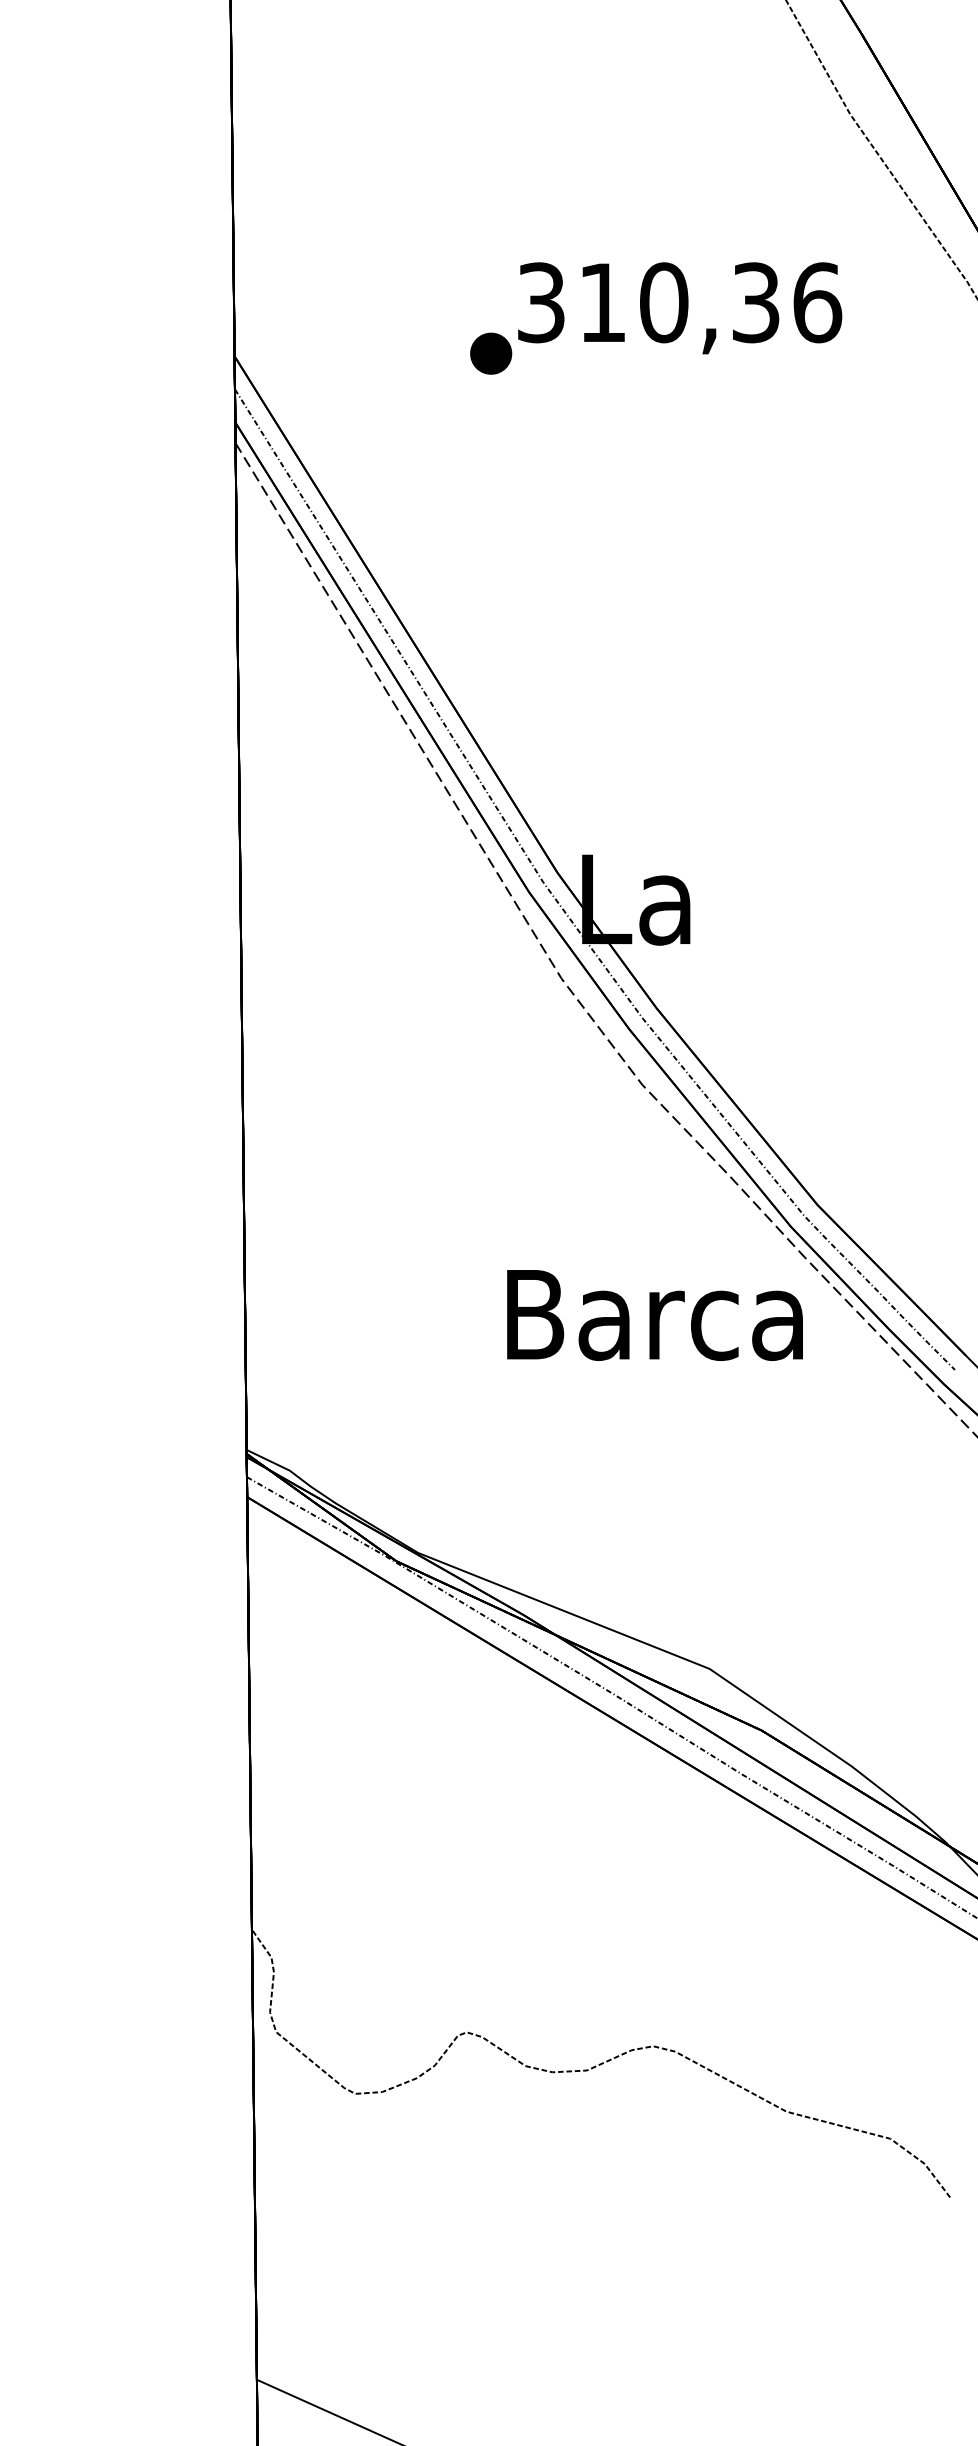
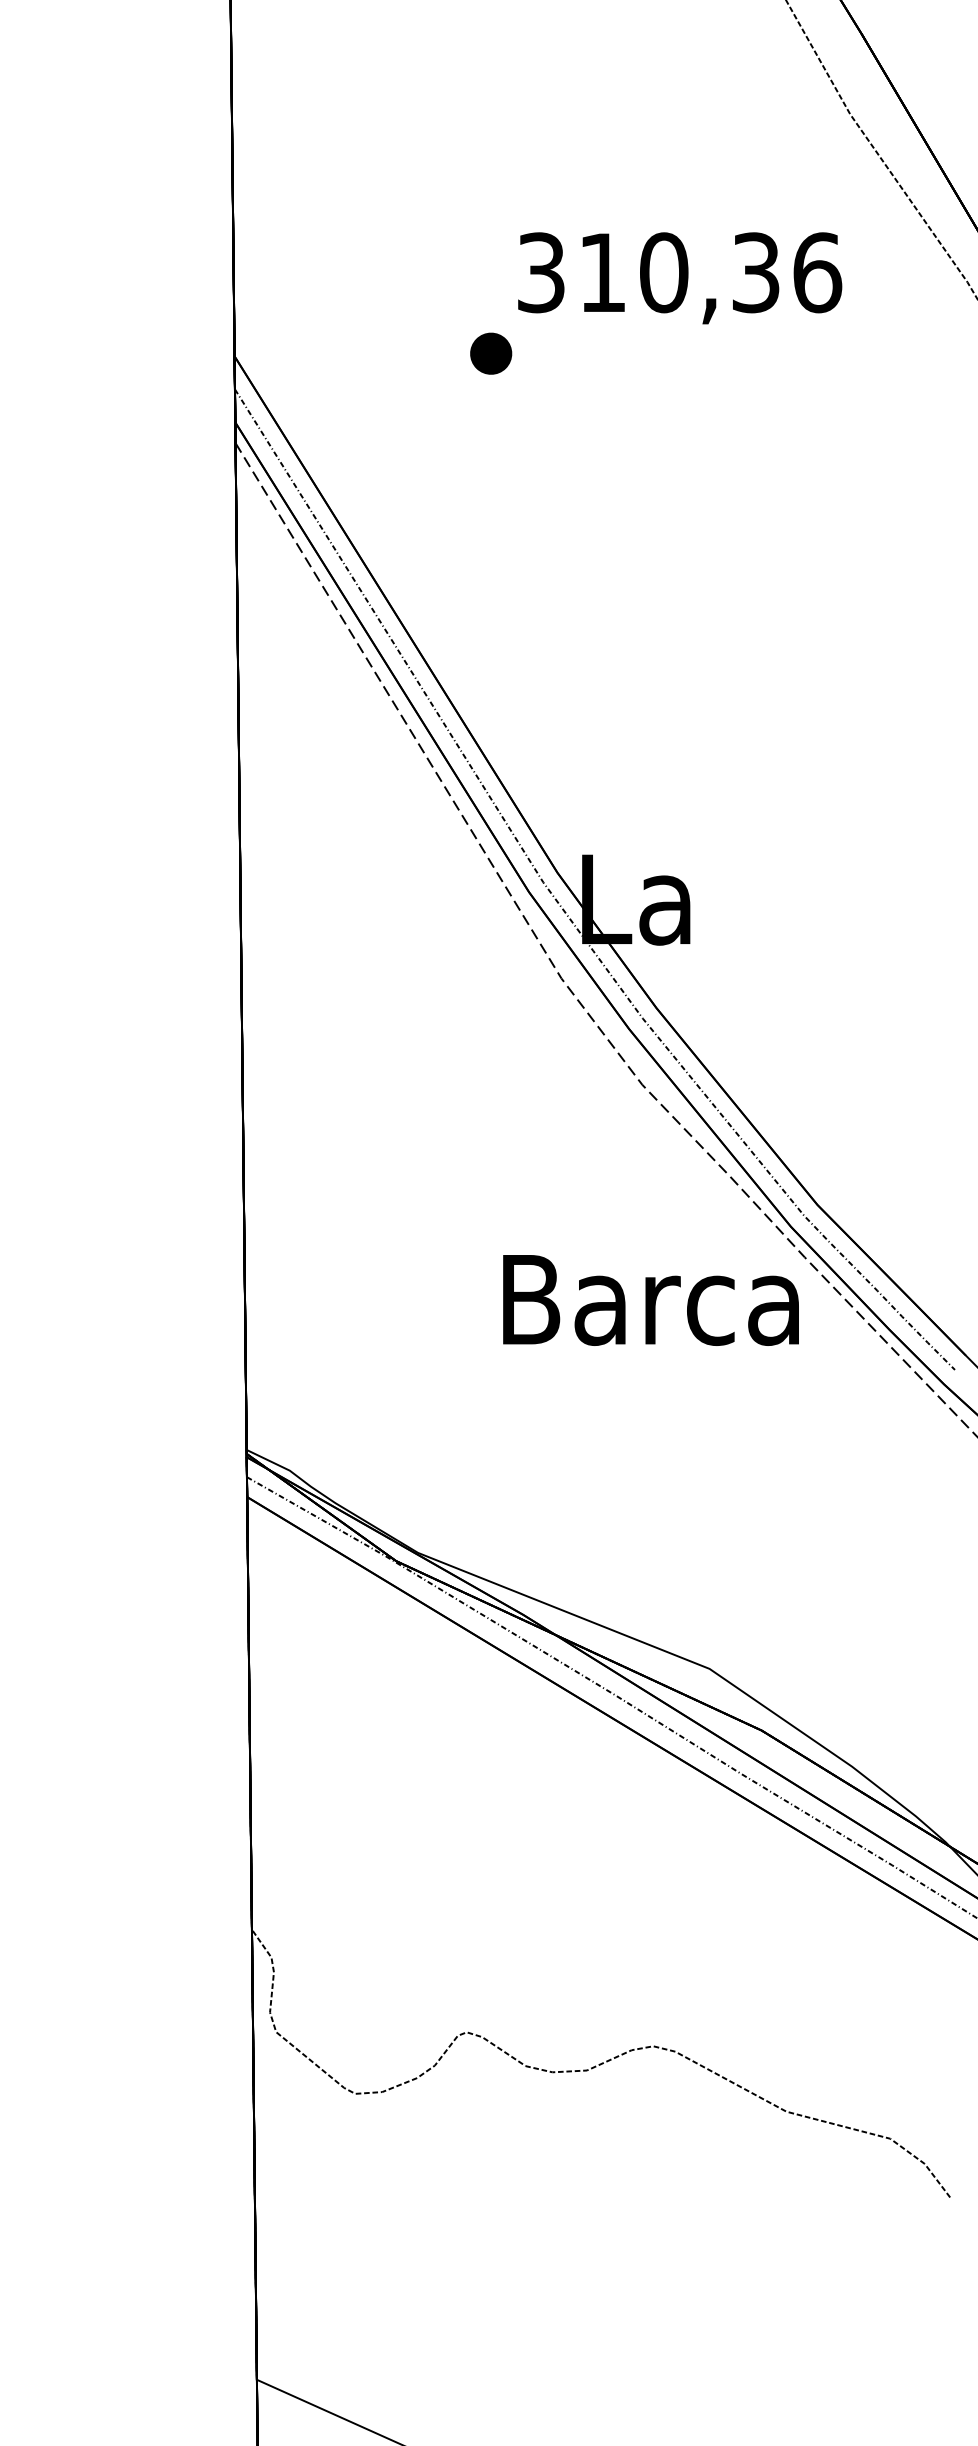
text at (680, 308) position: (680, 308) -> (680, 278)
text at (654, 1315) position: (654, 1315) -> (650, 1300)
